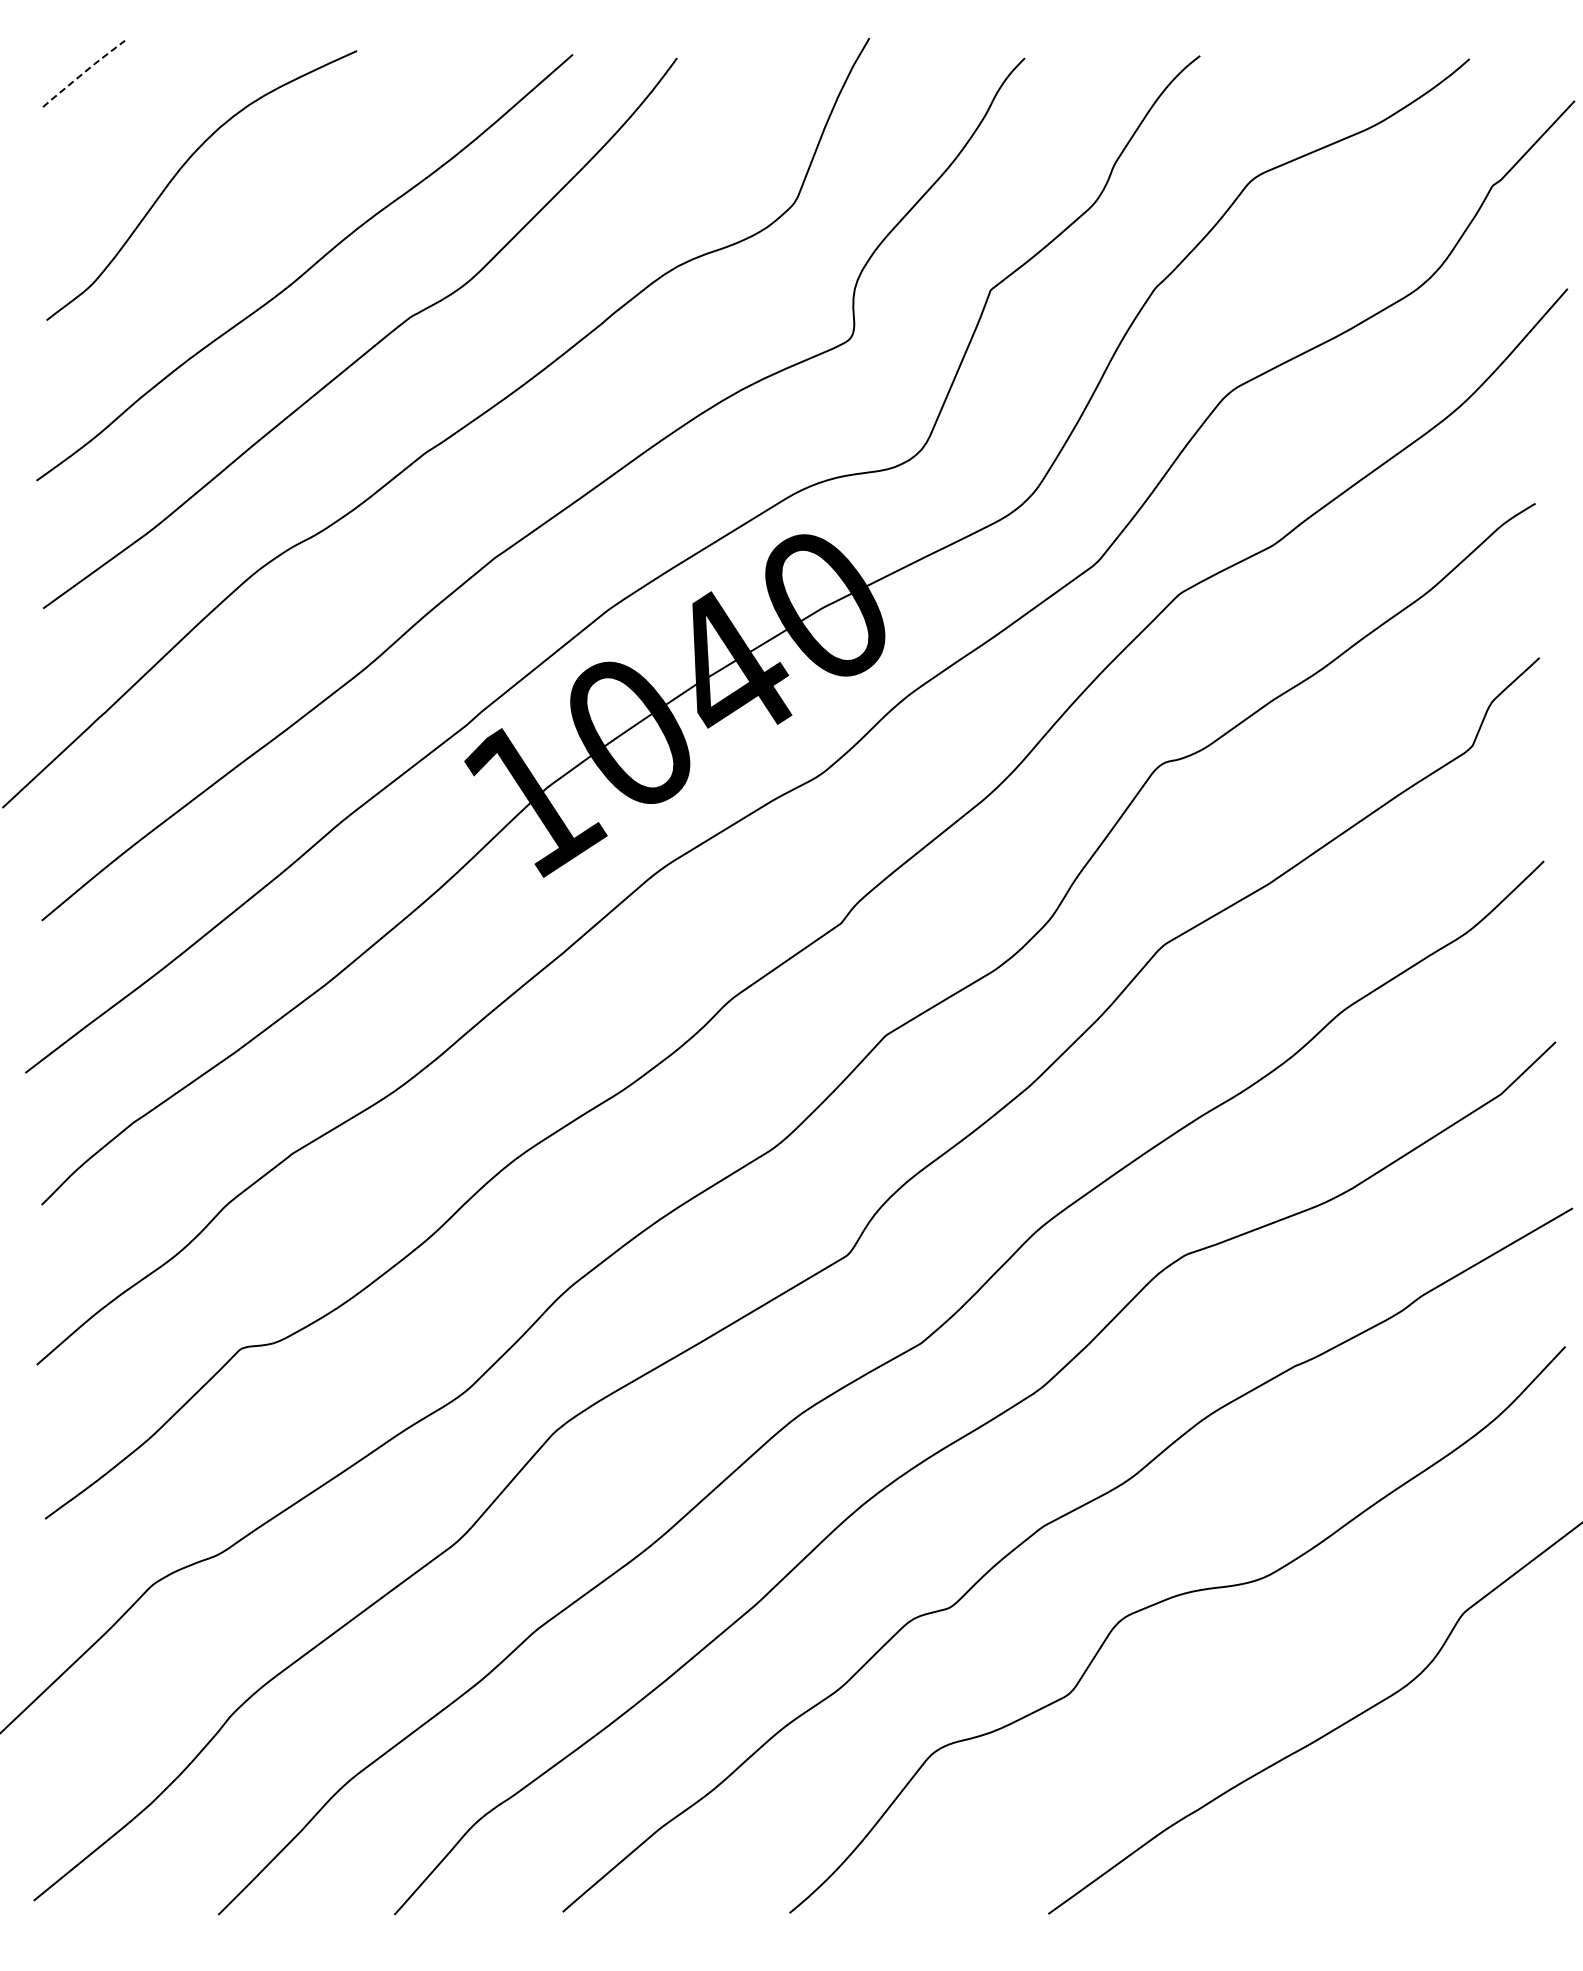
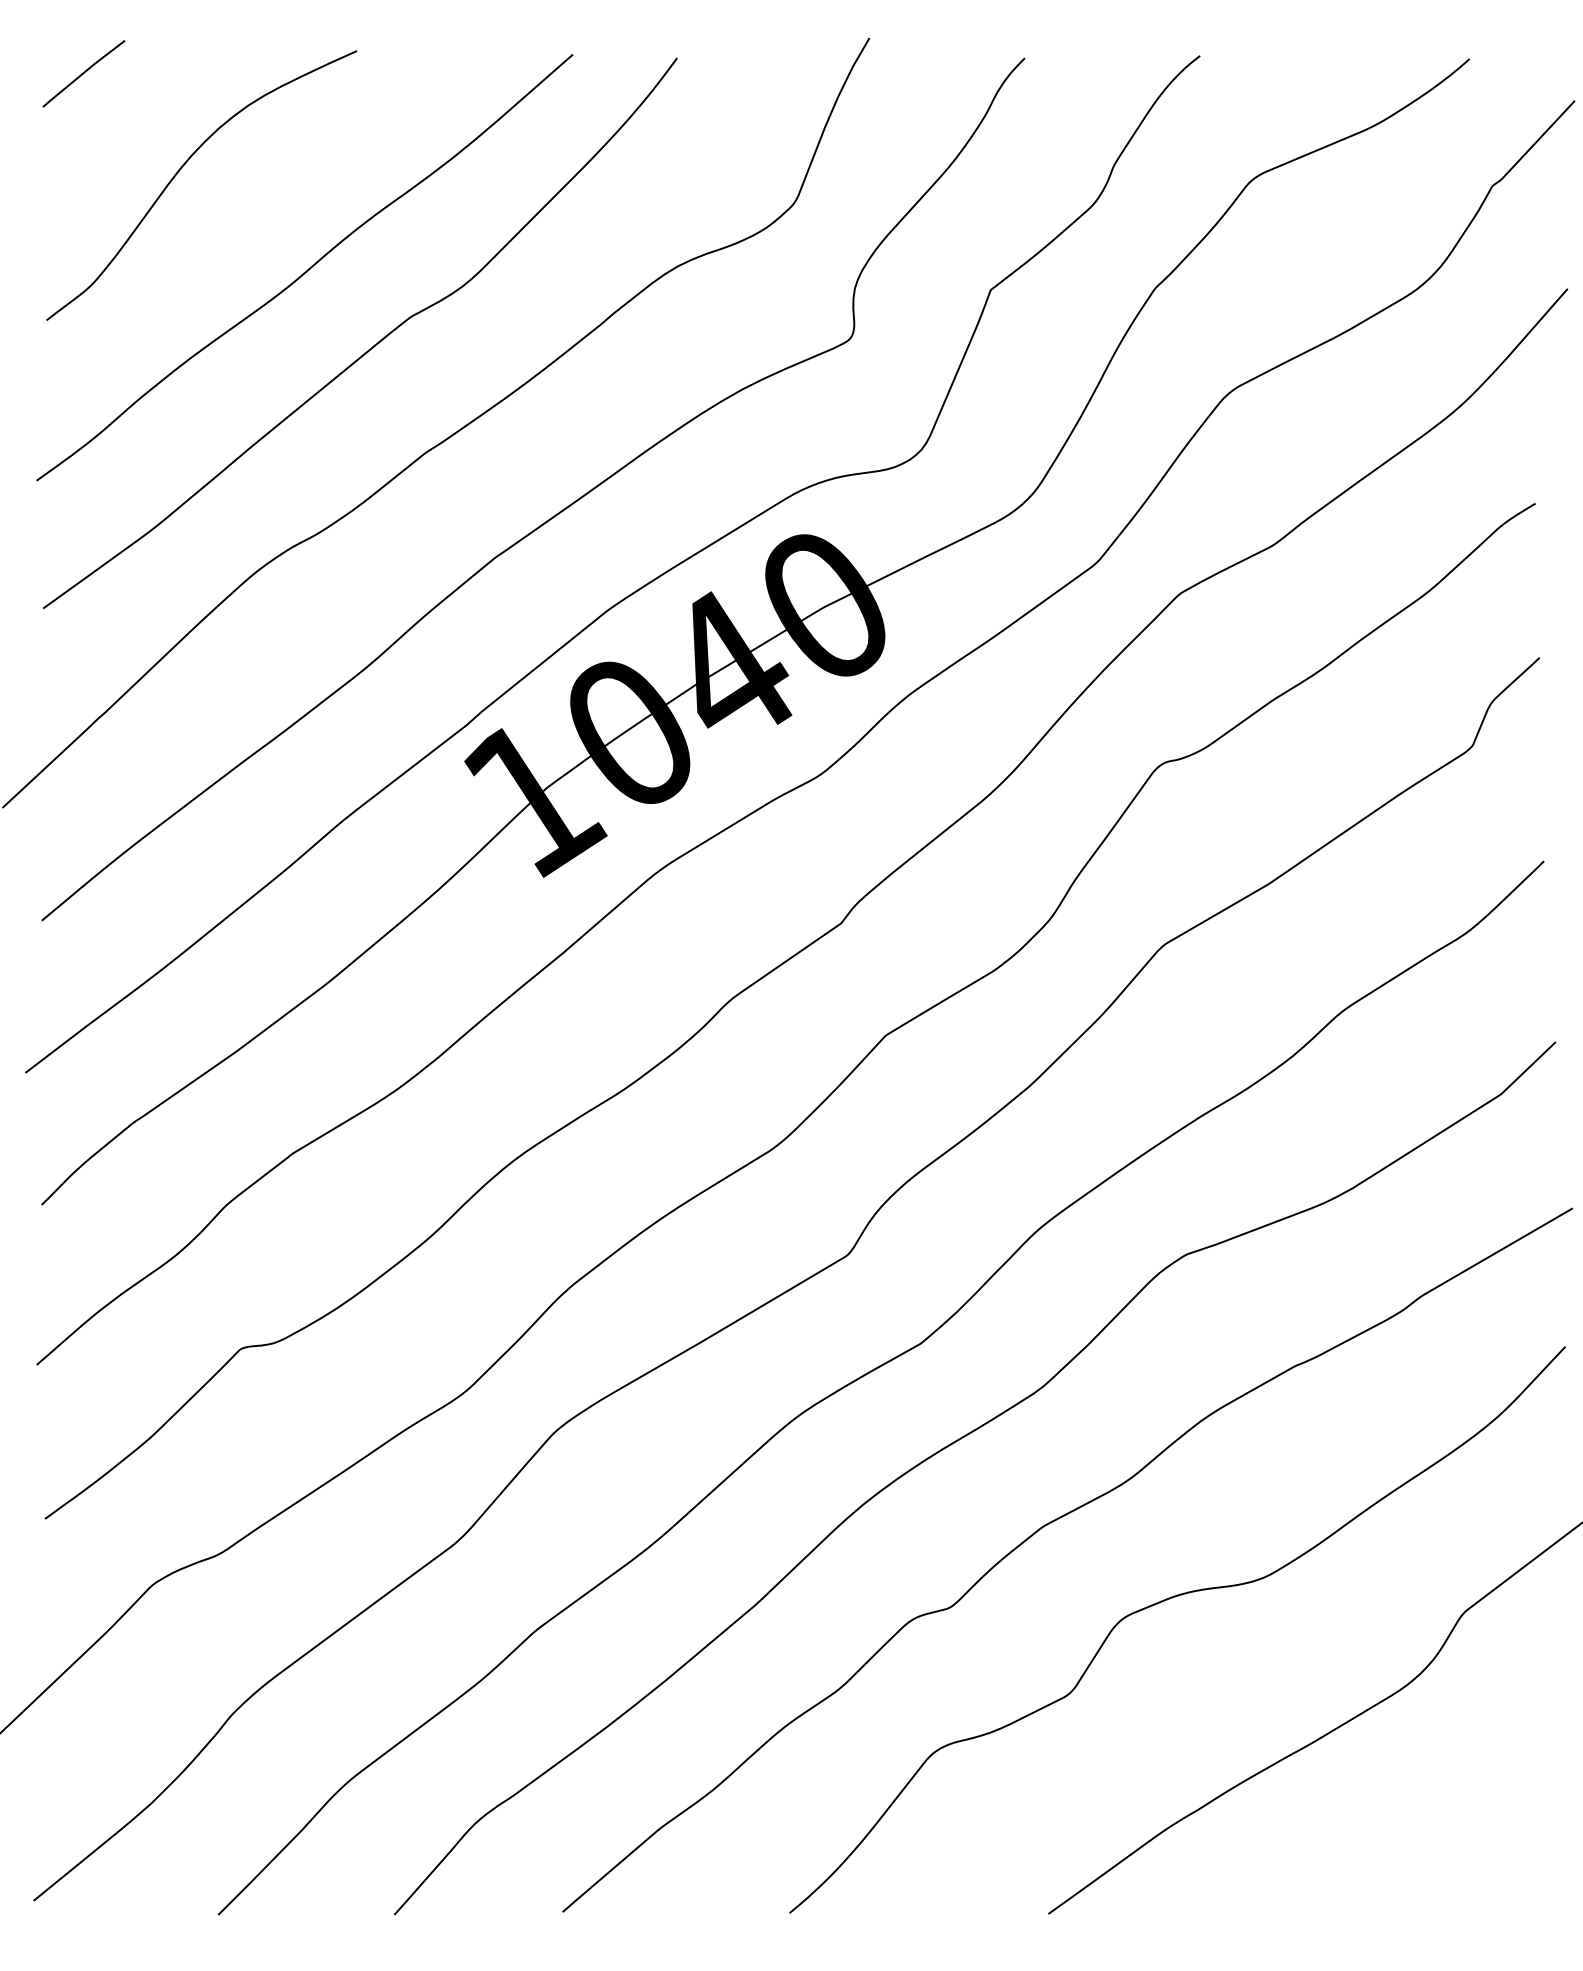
line at (83, 72): dashed -> solid
